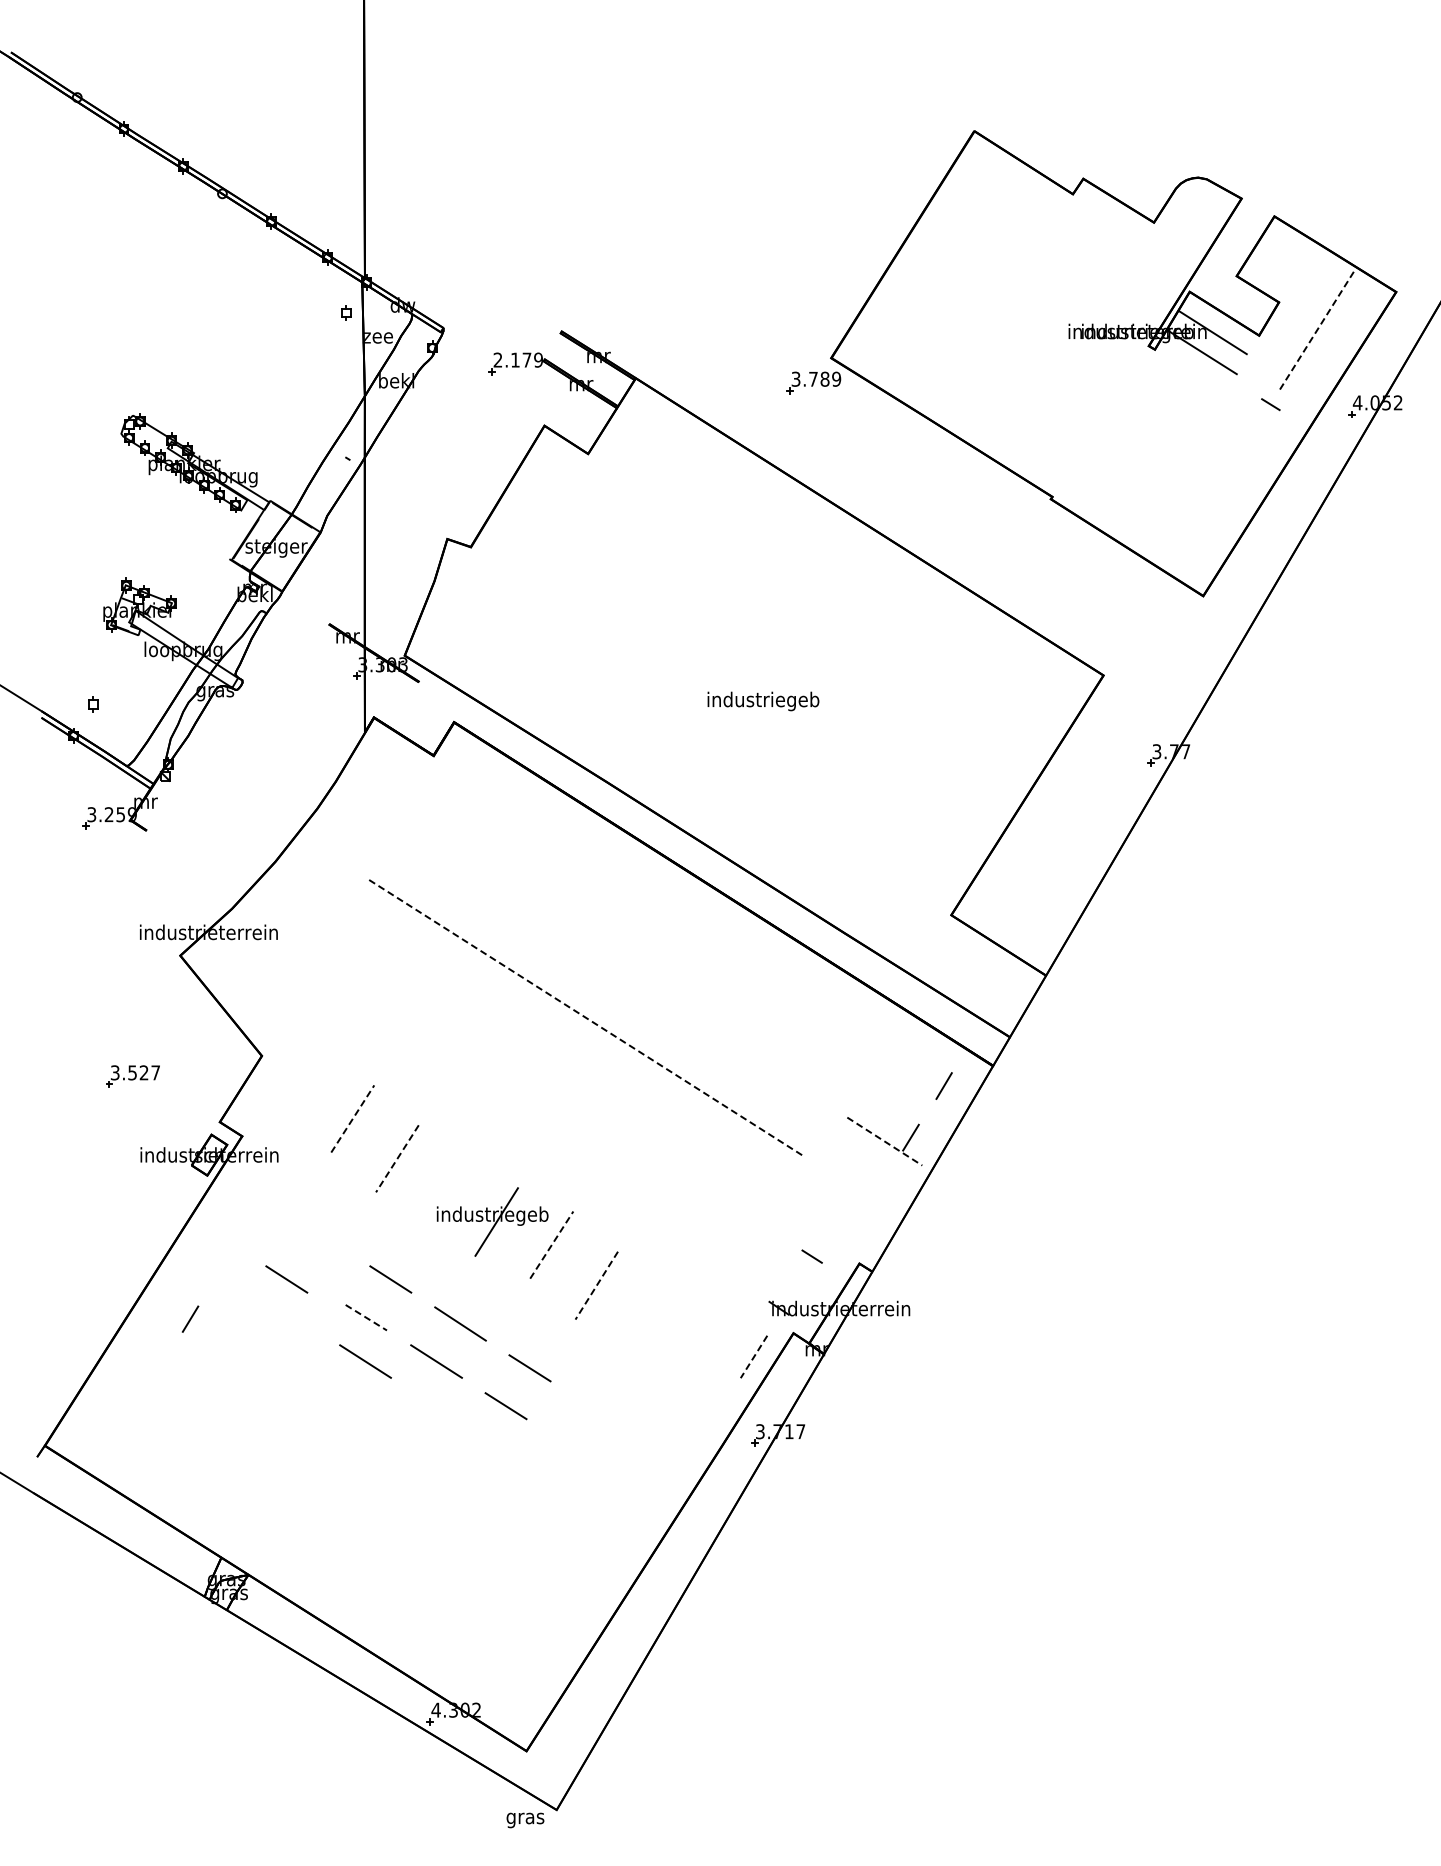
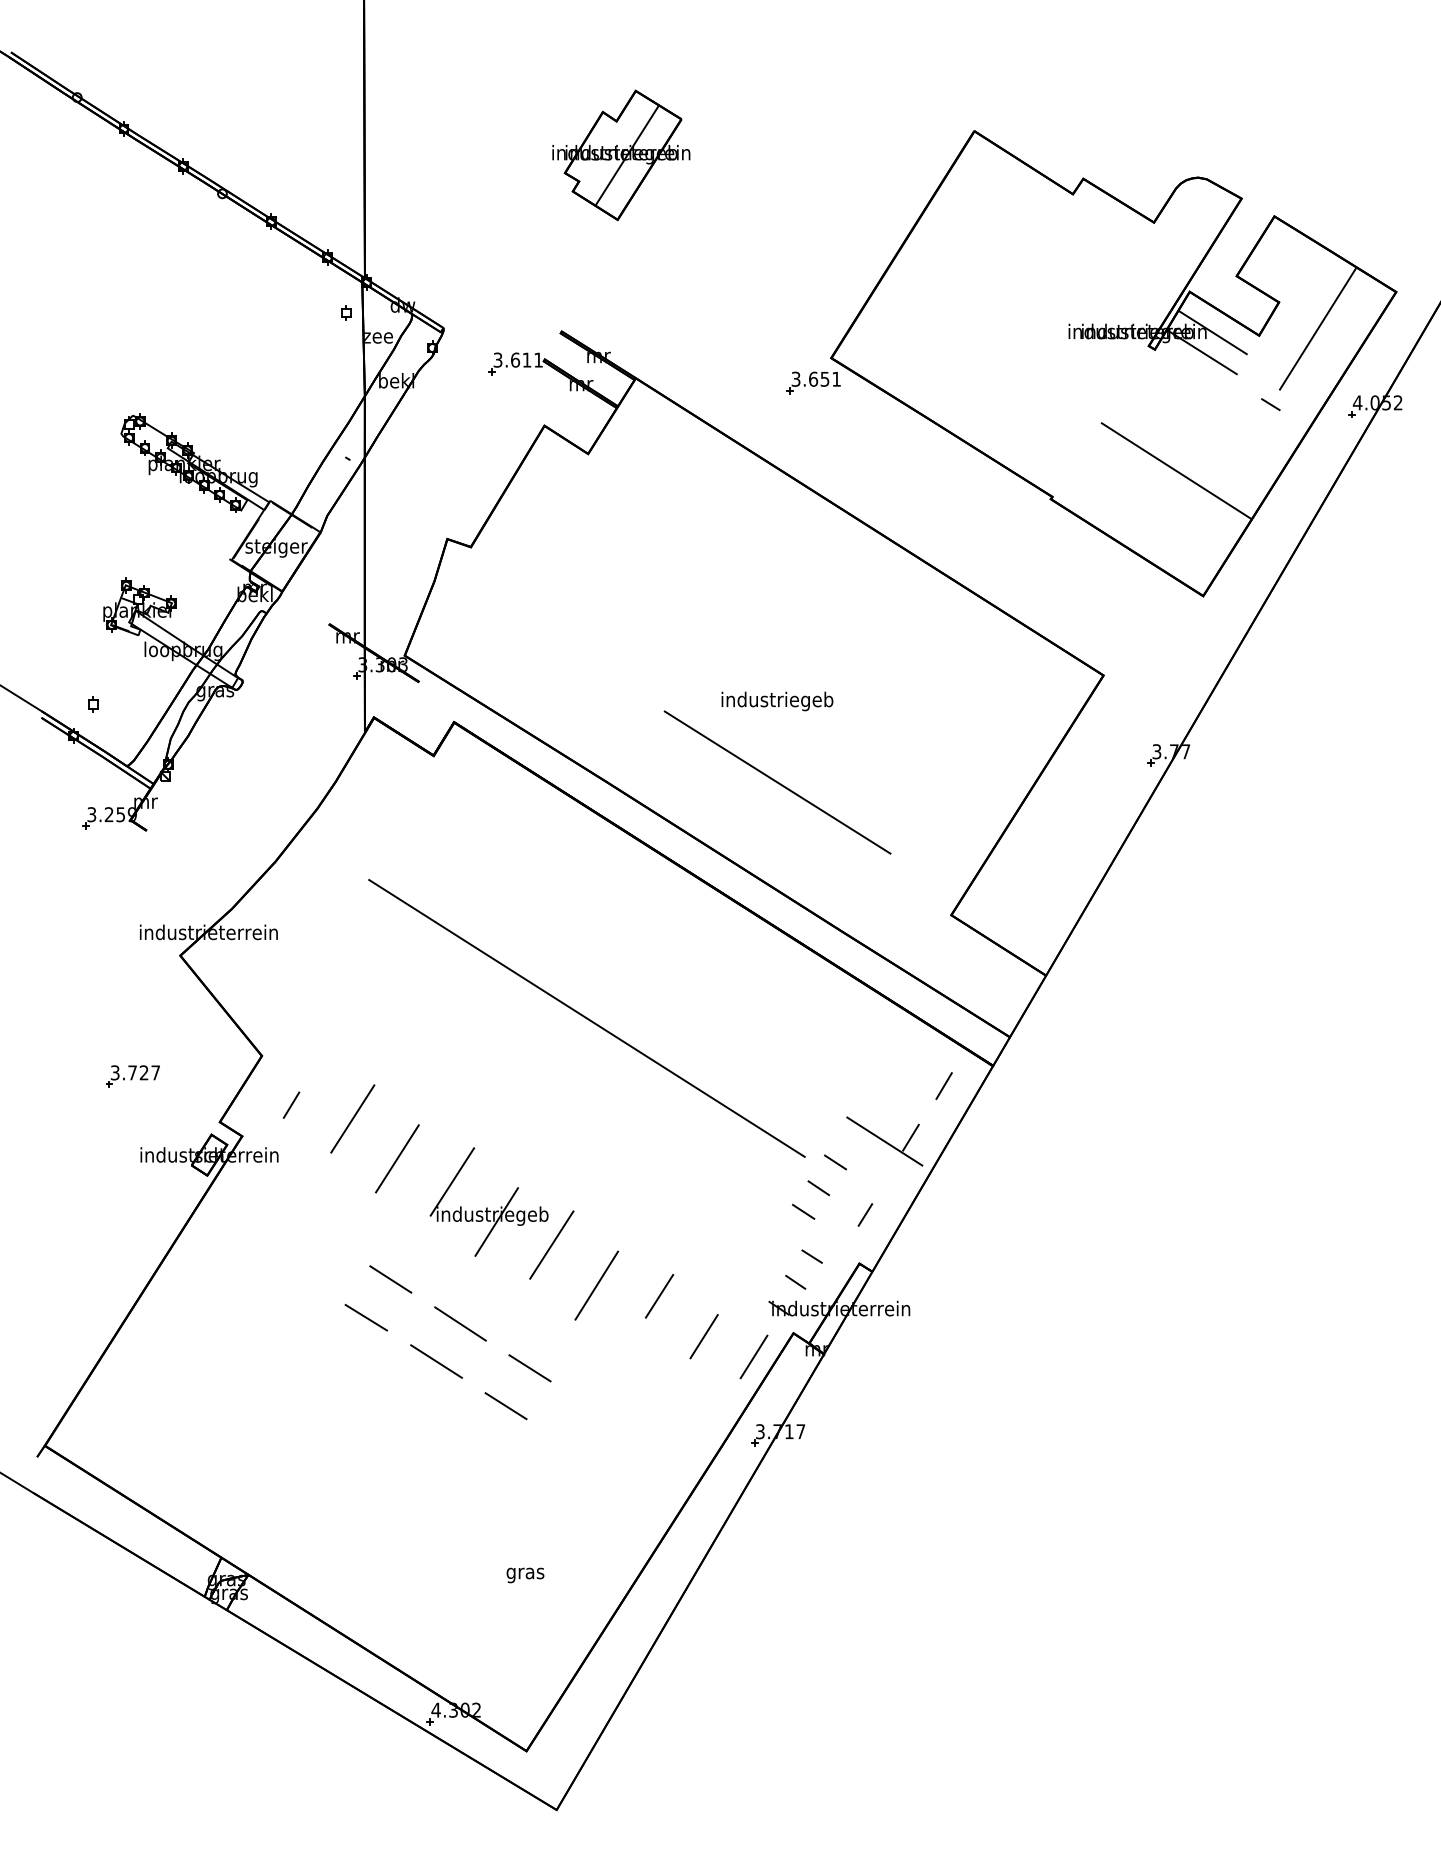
part at (621, 155): none -> present
line at (1318, 328): dashed -> solid
text at (517, 359): 2.179 -> 3.611
text at (825, 378): 3.789 -> 3.651
line at (1175, 470): none -> present
text at (763, 701) position: (763, 701) -> (777, 701)
line at (777, 782): none -> present
line at (587, 1018): dashed -> solid
text at (132, 1072): 3.527 -> 3.727
line at (352, 1118): dashed -> solid
line at (884, 1141): dashed -> solid
line at (397, 1158): dashed -> solid
line at (835, 1162): none -> present
line at (452, 1181): none -> present
line at (818, 1188): none -> present
line at (803, 1211): none -> present
line at (865, 1214): none -> present
line at (551, 1245): dashed -> solid
line at (286, 1279): present -> none
line at (795, 1282): none -> present
line at (596, 1286): dashed -> solid
line at (659, 1295): none -> present
line at (366, 1317): dashed -> solid
line at (190, 1318) position: (190, 1318) -> (291, 1104)
line at (703, 1336): none -> present
line at (753, 1357): dashed -> solid
line at (365, 1361): present -> none
text at (525, 1820) position: (525, 1820) -> (525, 1575)
